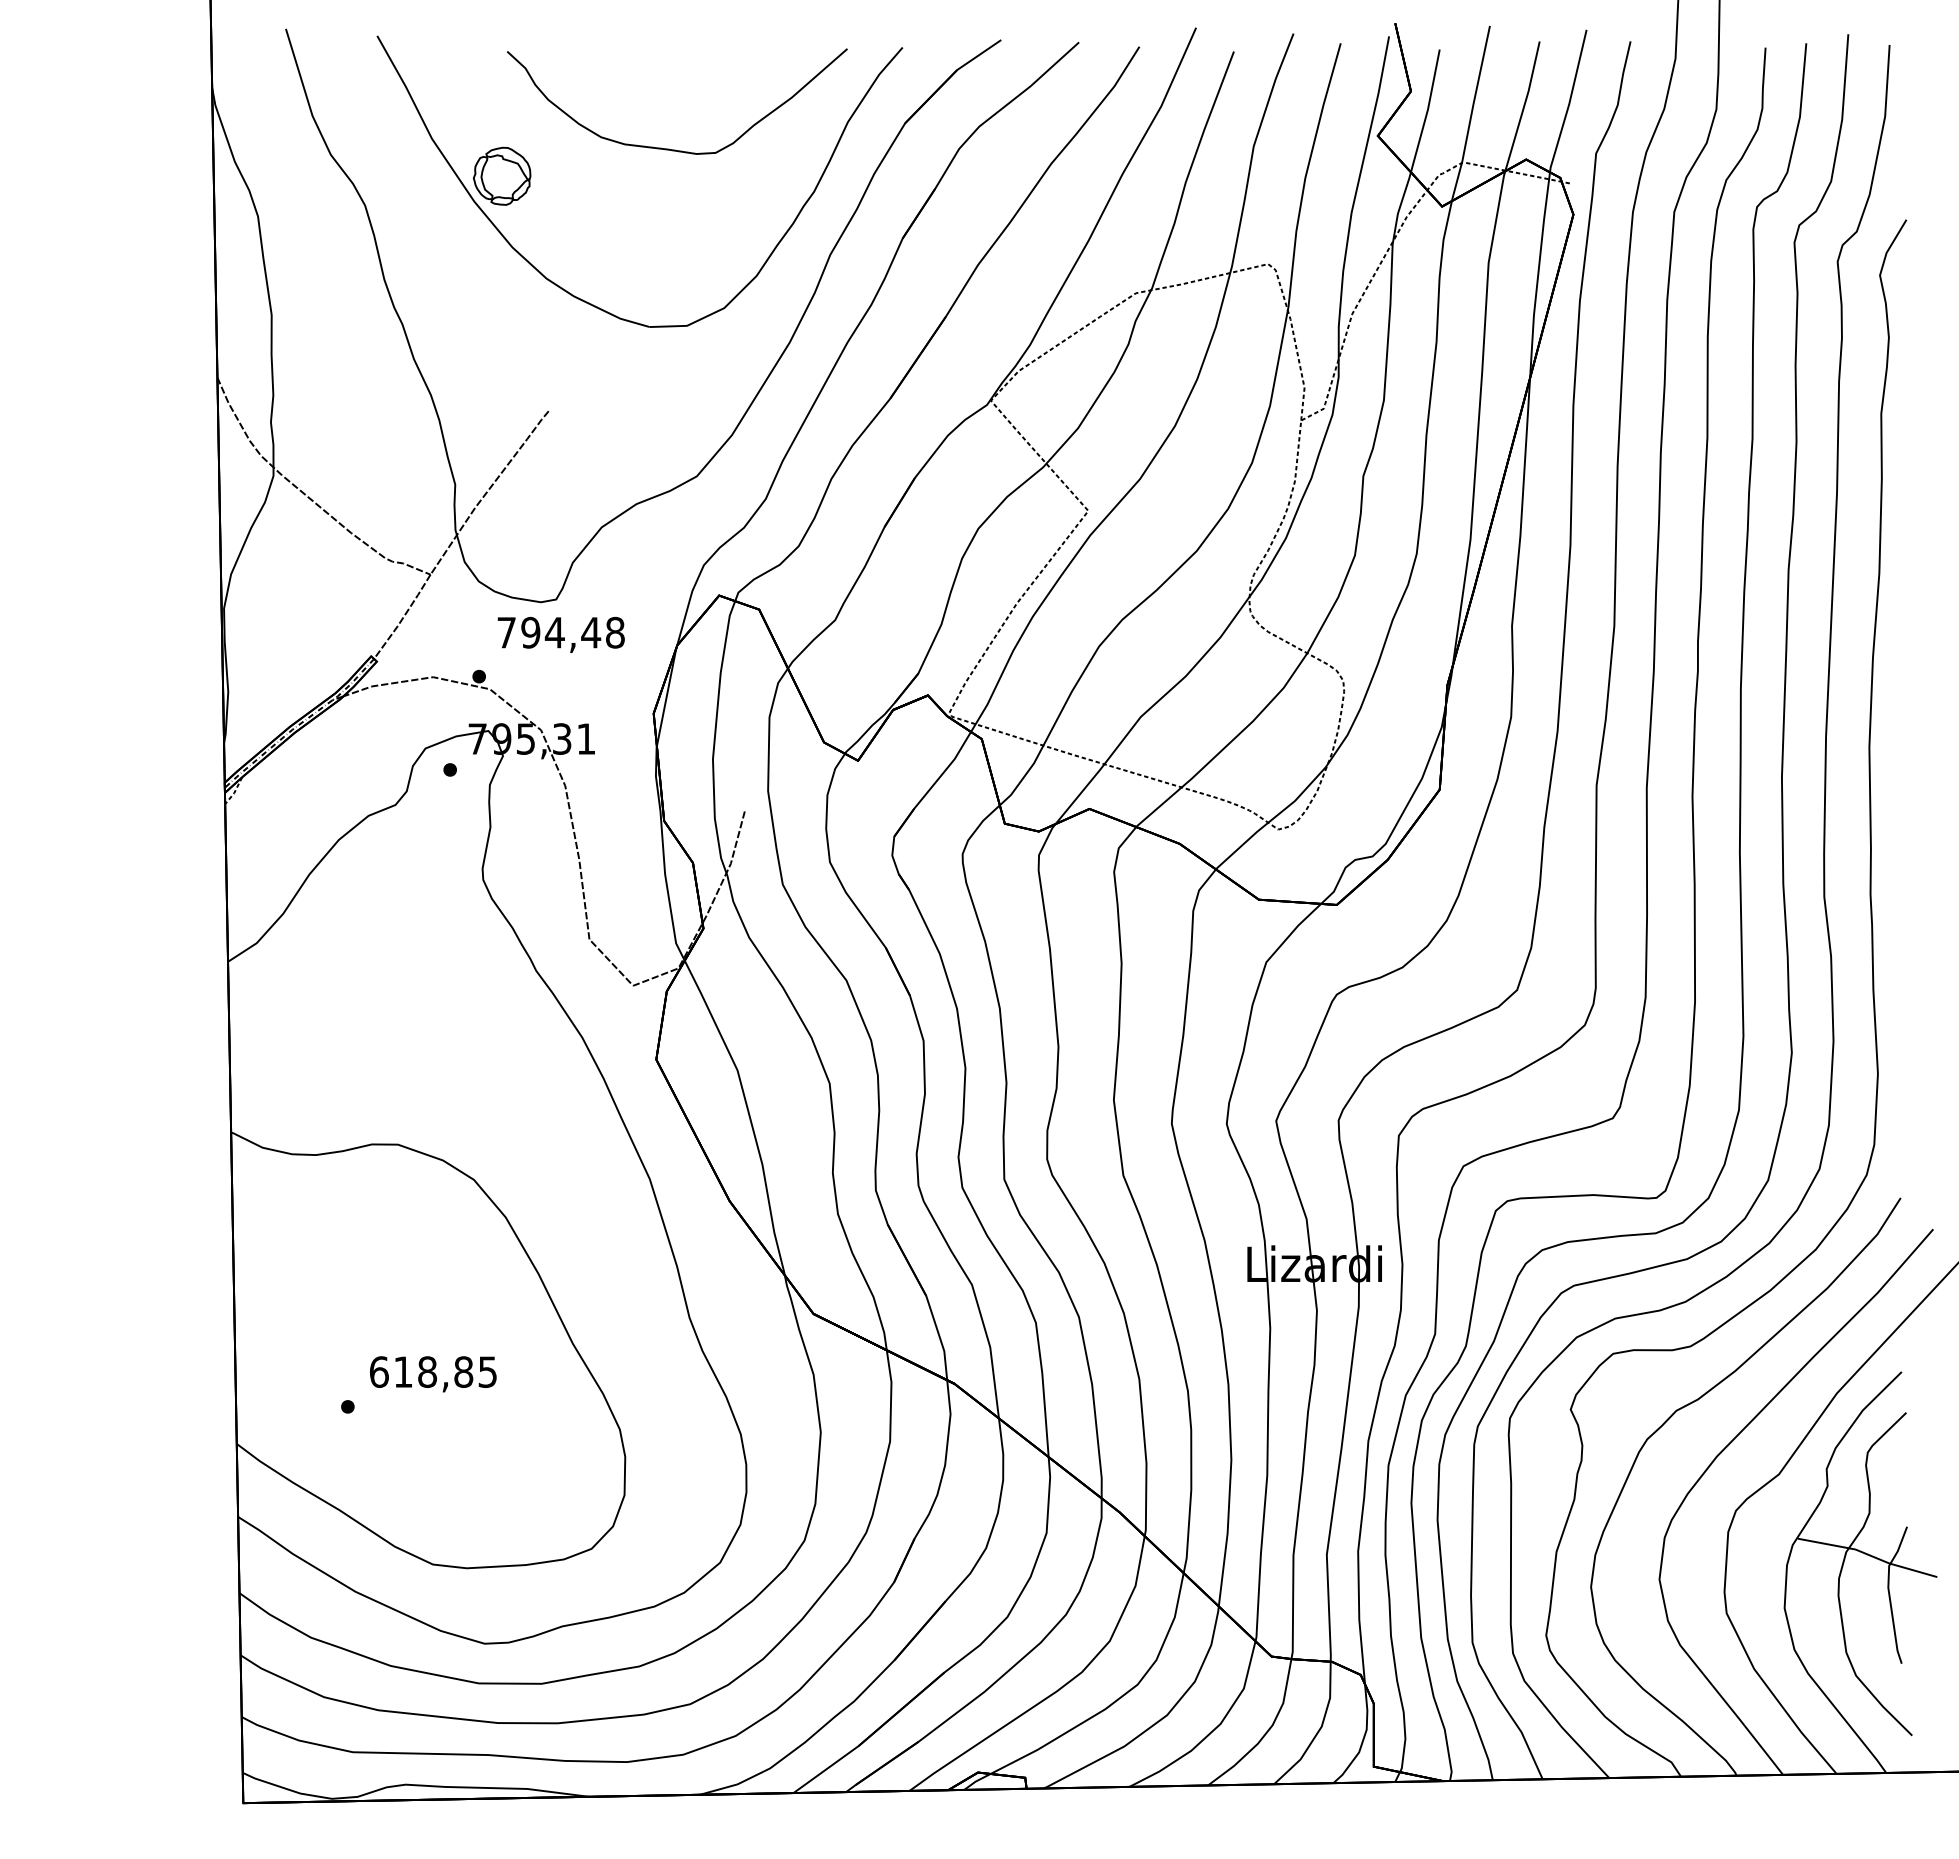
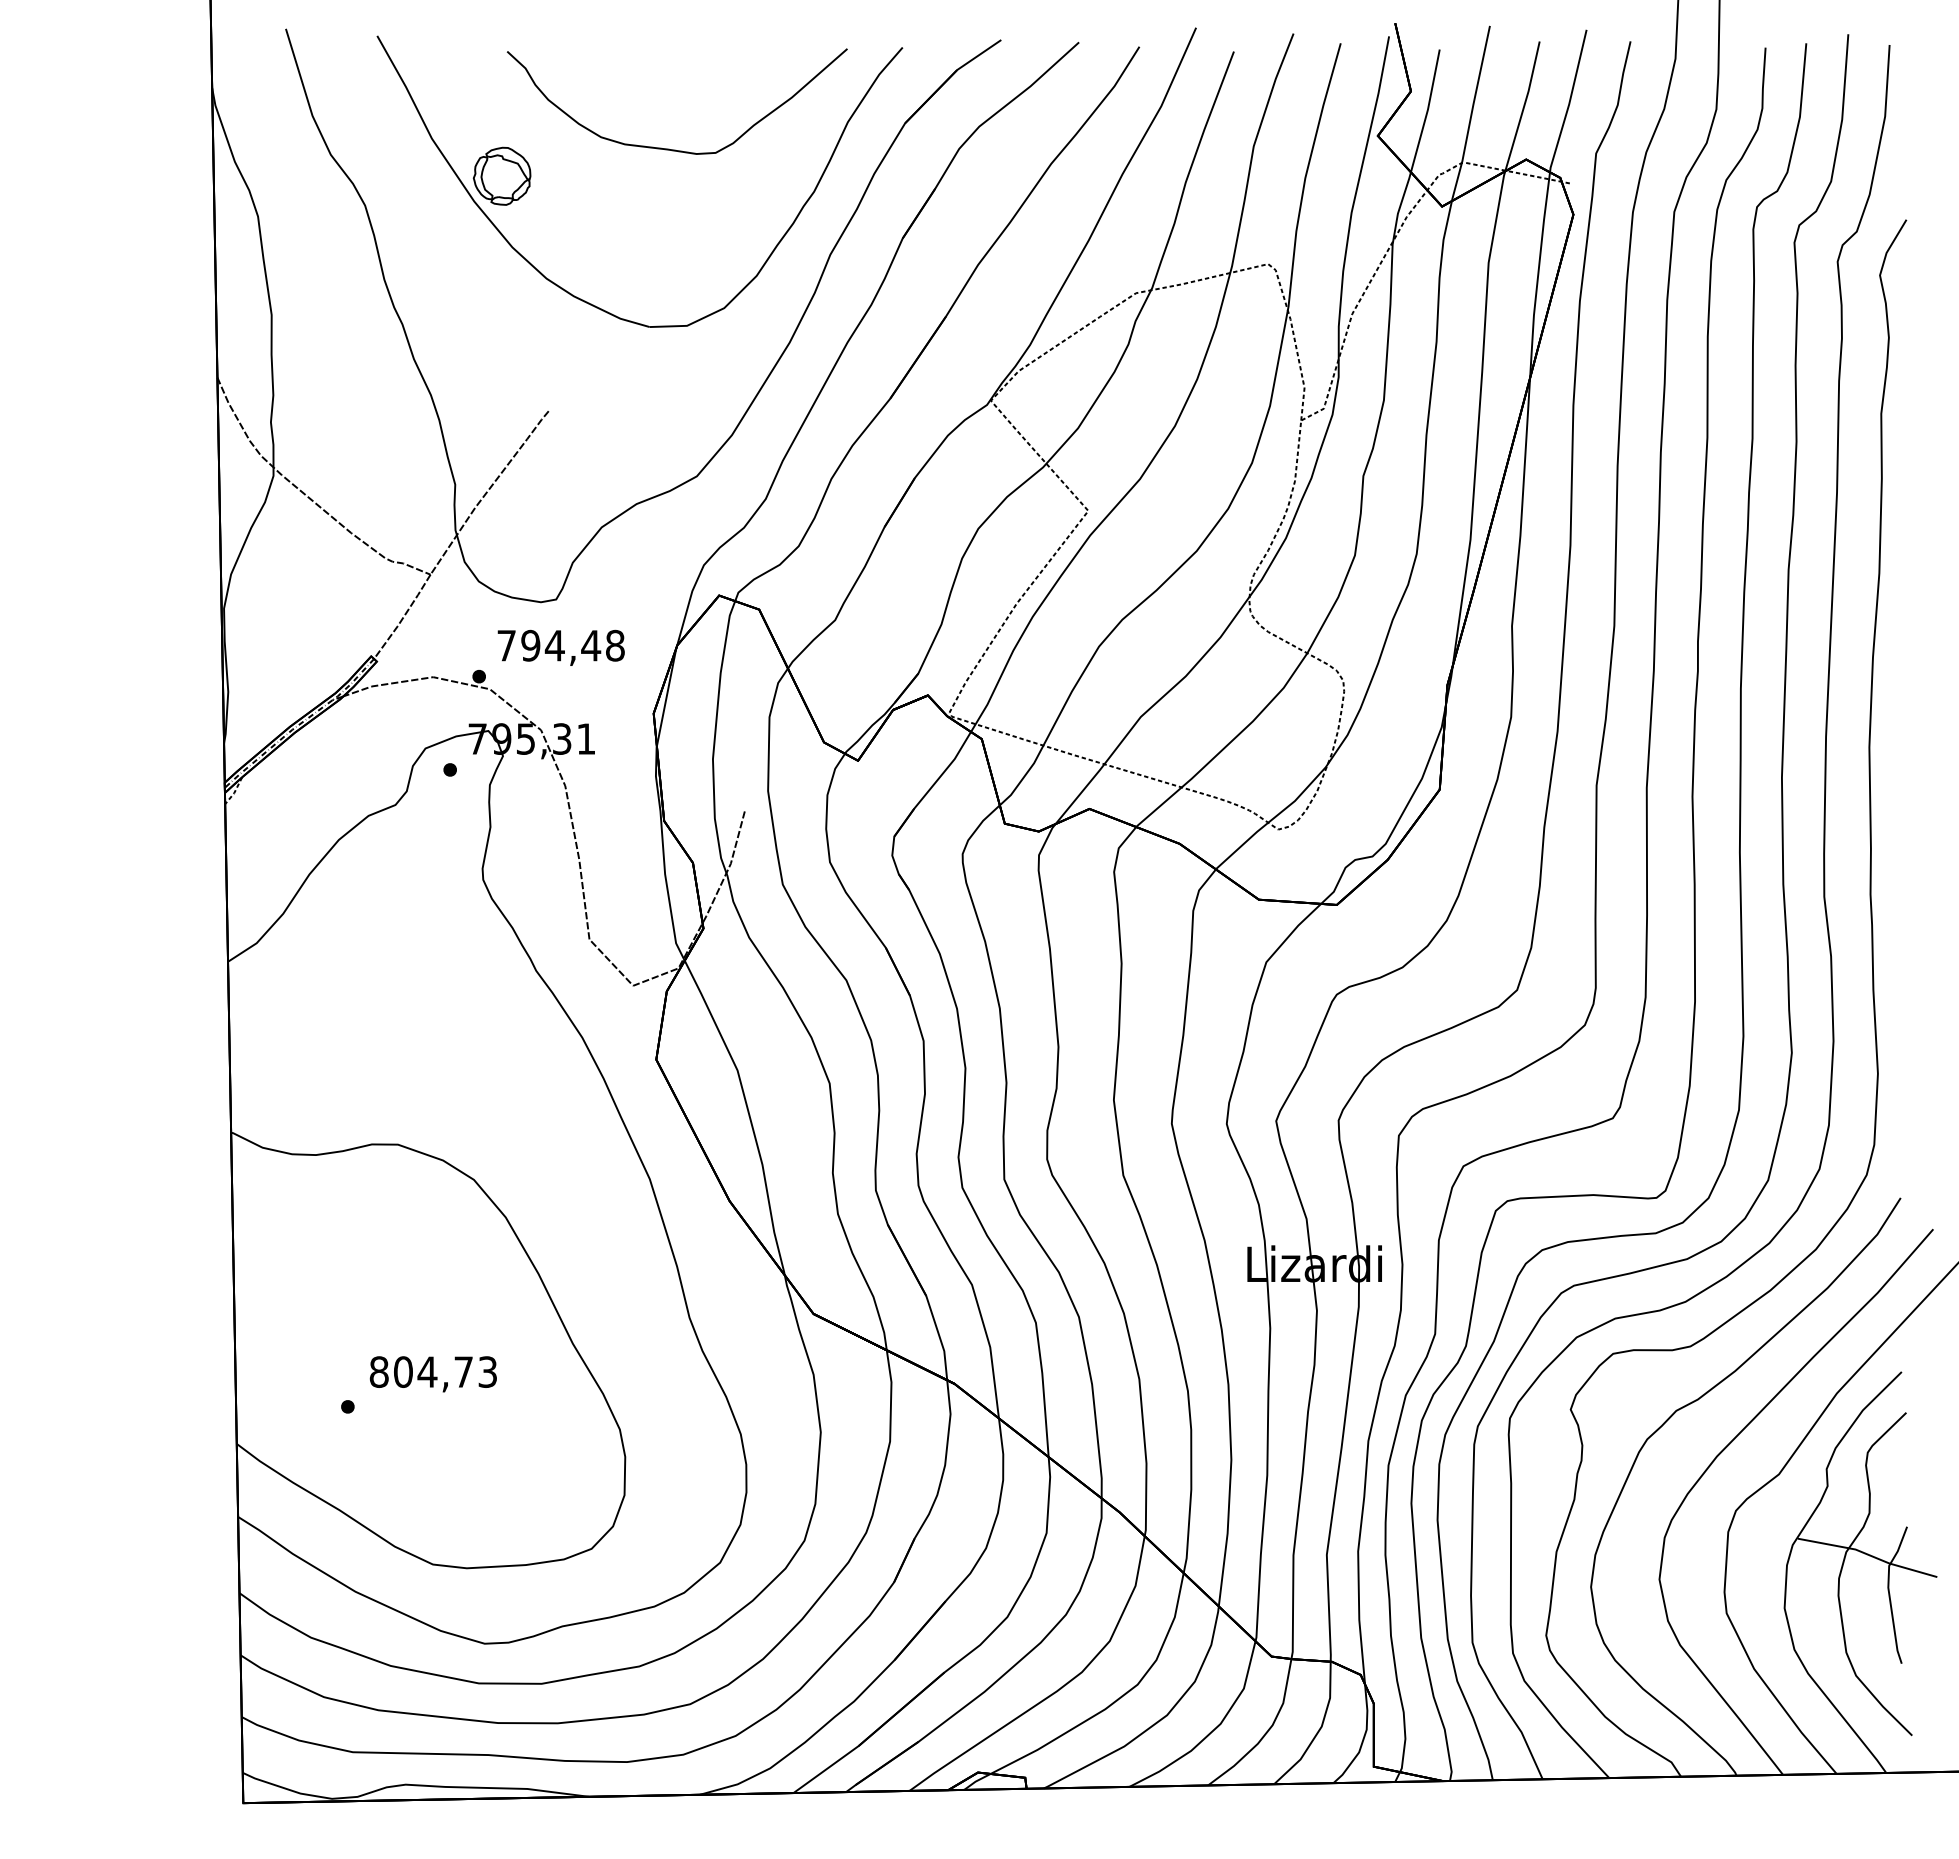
text at (560, 634) position: (560, 634) -> (560, 647)
text at (432, 1371): 618,85 -> 804,73
